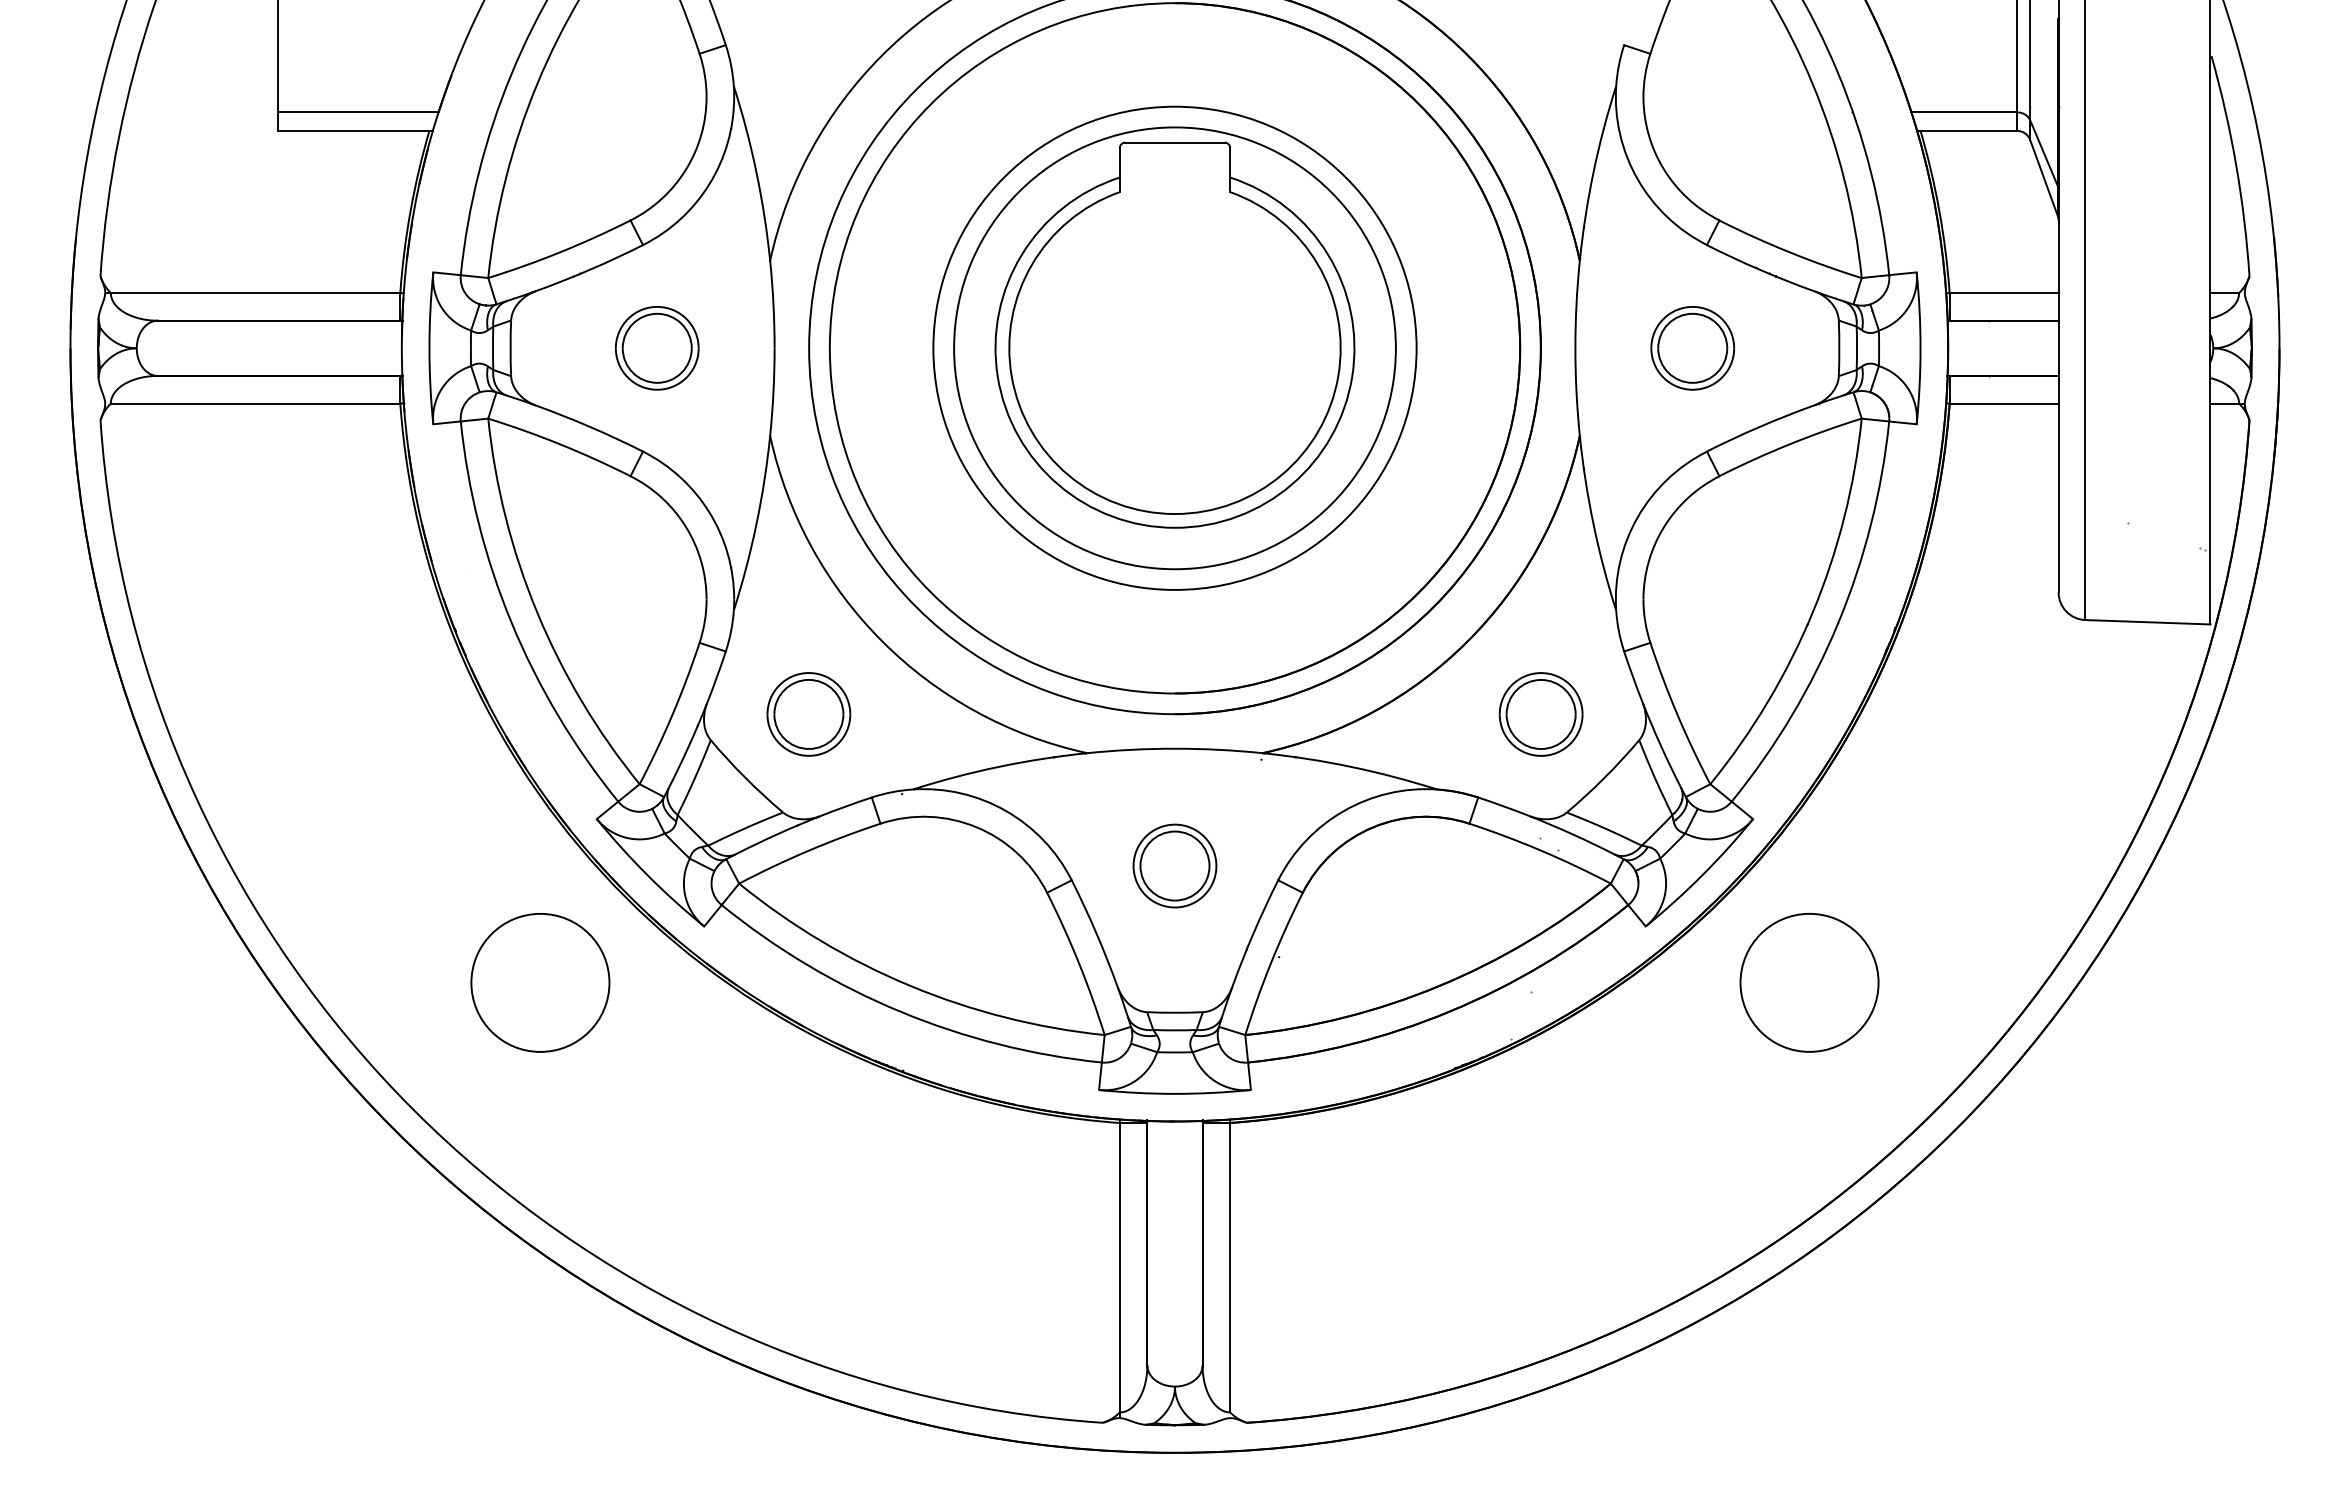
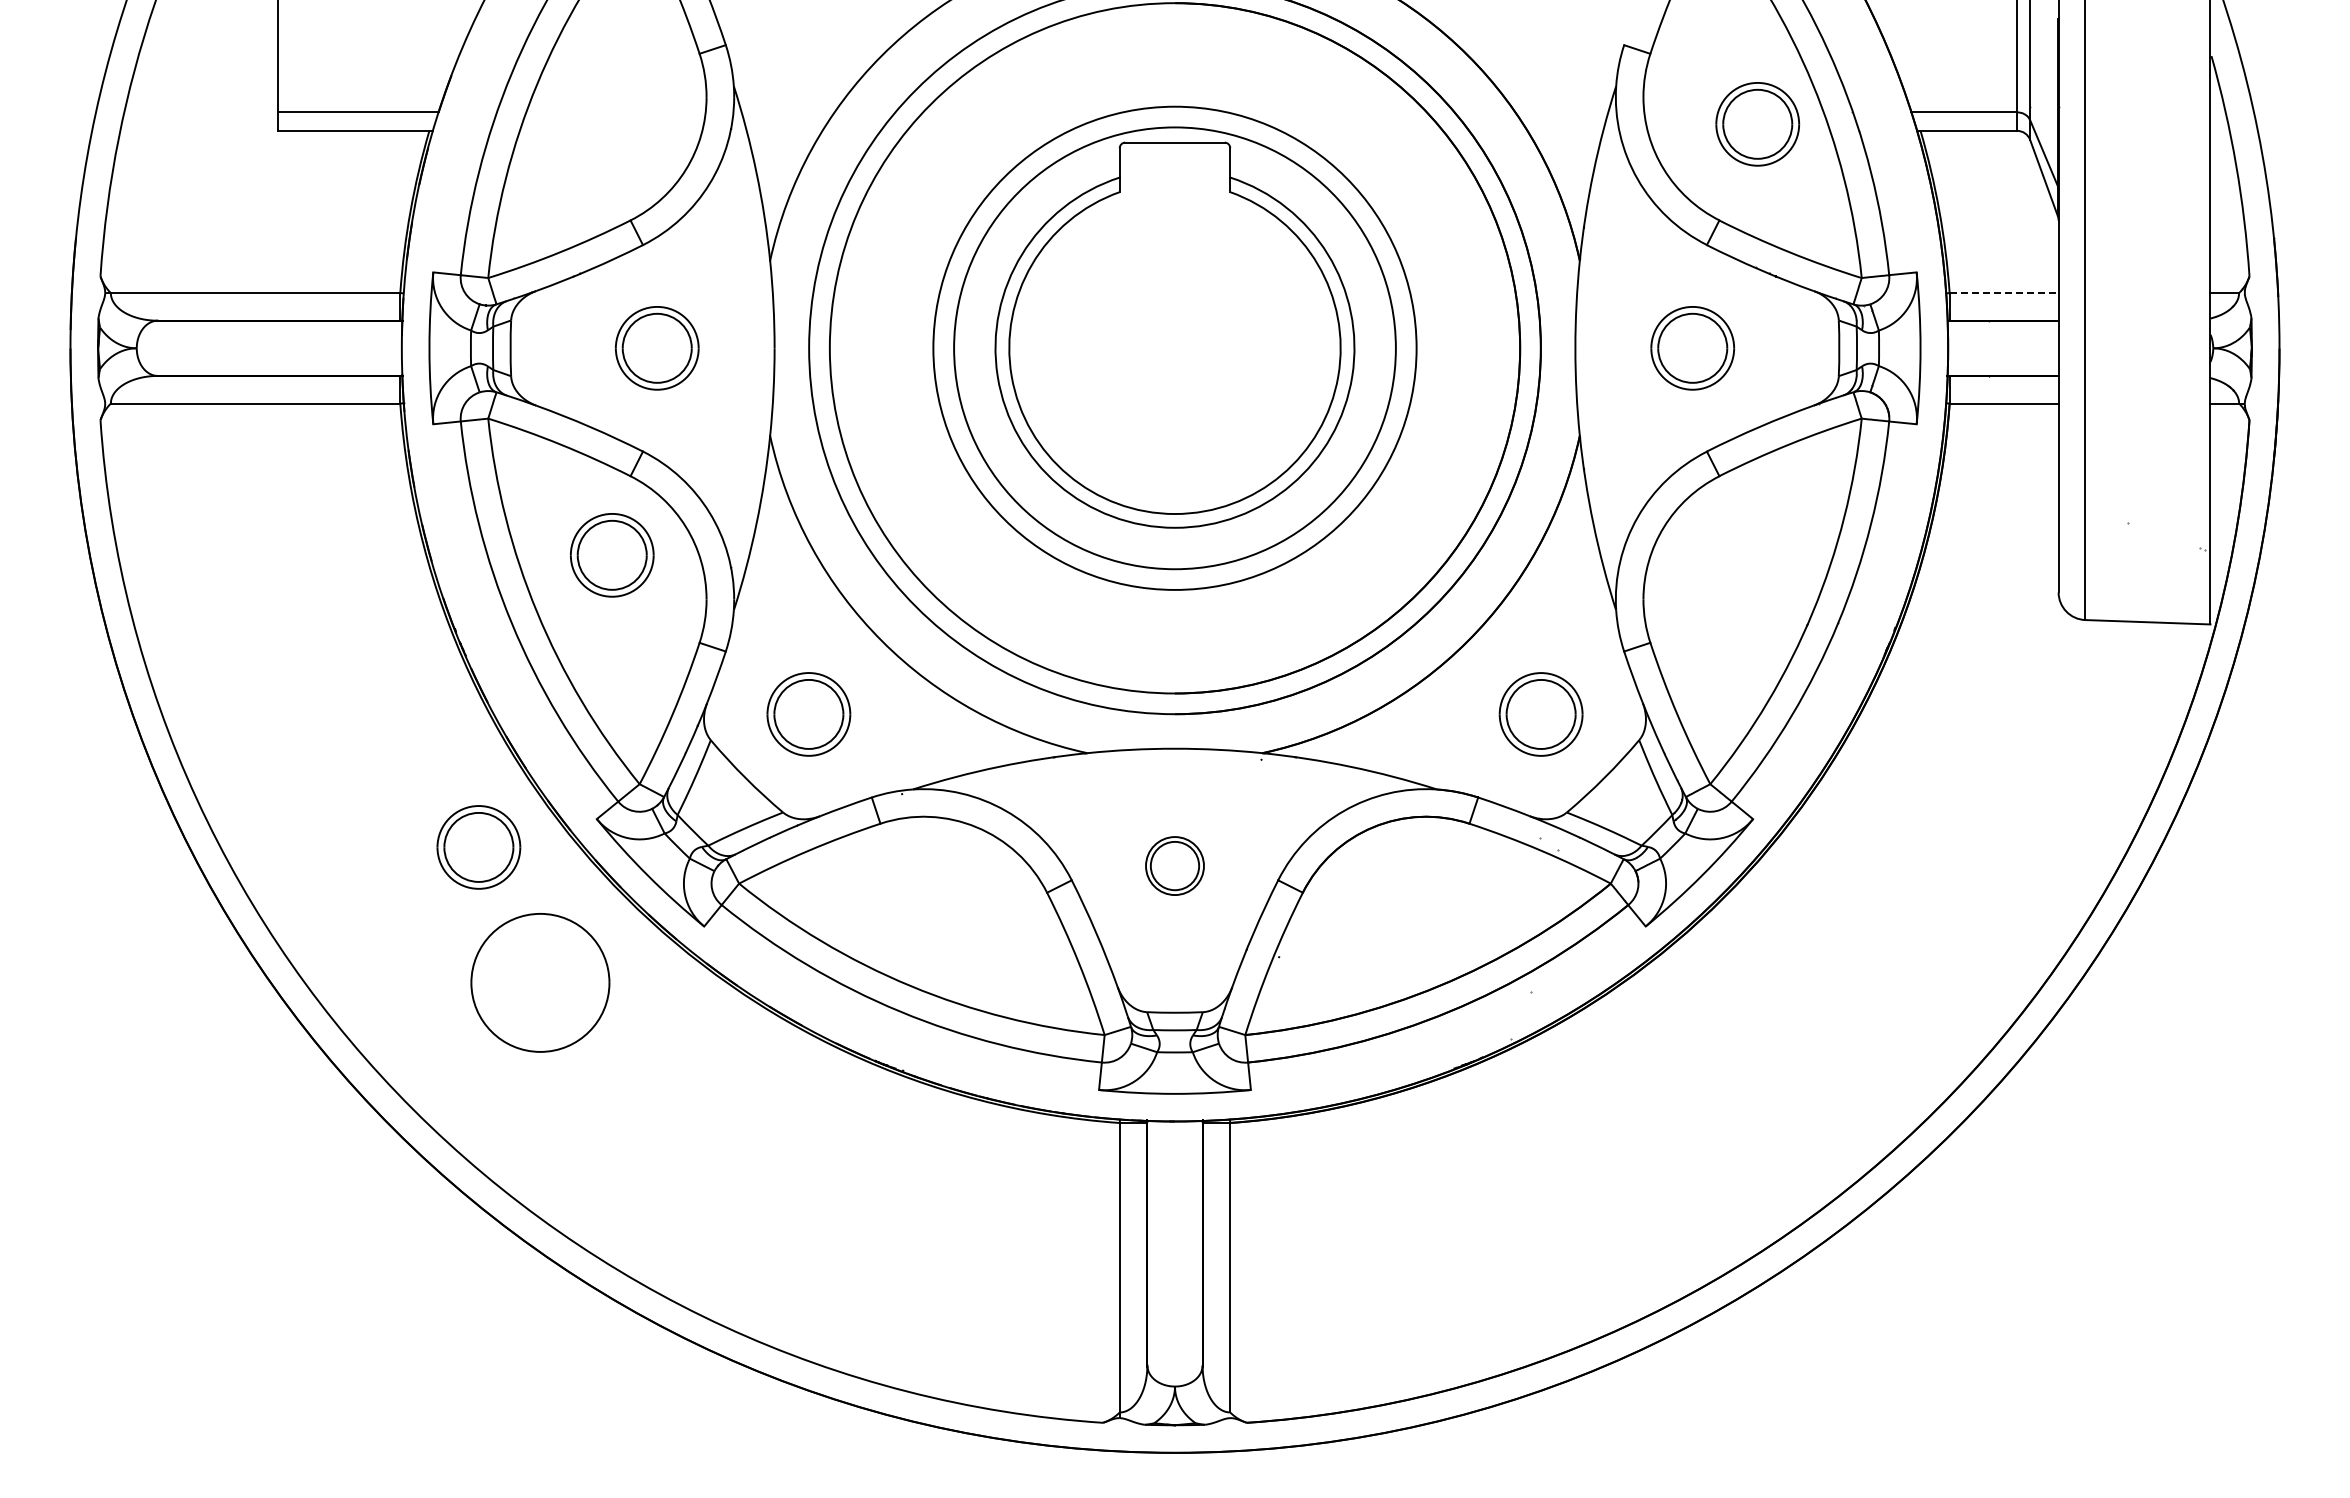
part at (1757, 124): none -> present
line at (2004, 293): solid -> dashed
part at (612, 555): none -> present
part at (478, 847): none -> present
part at (1174, 865) size: 86x86 px -> 60x60 px
part at (1809, 982): present -> none
